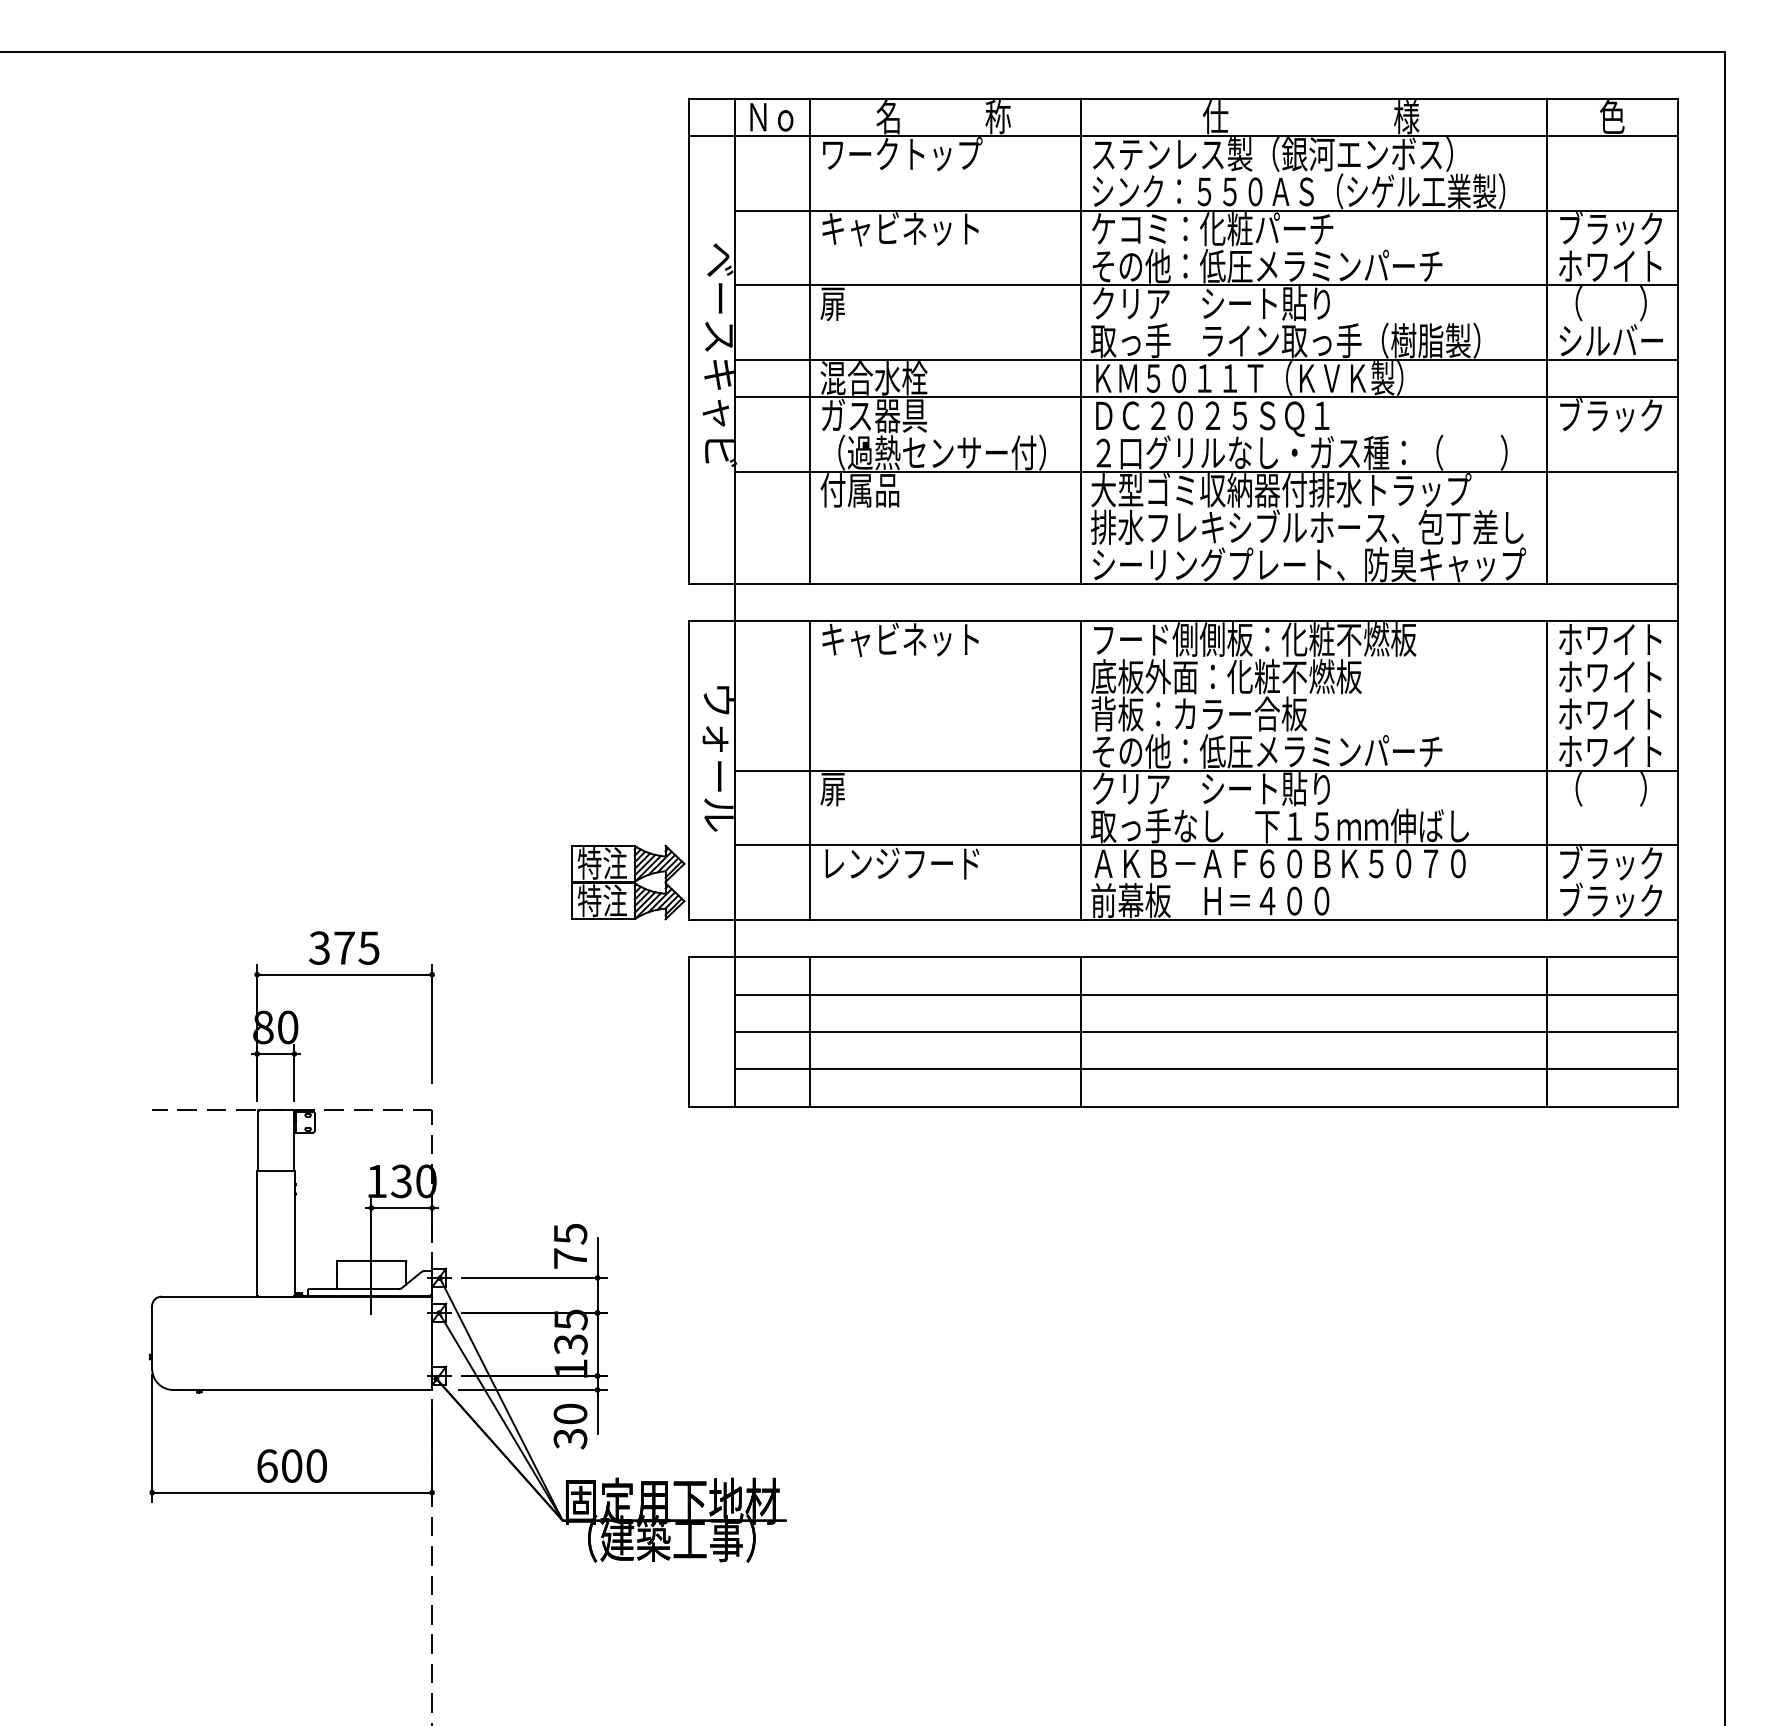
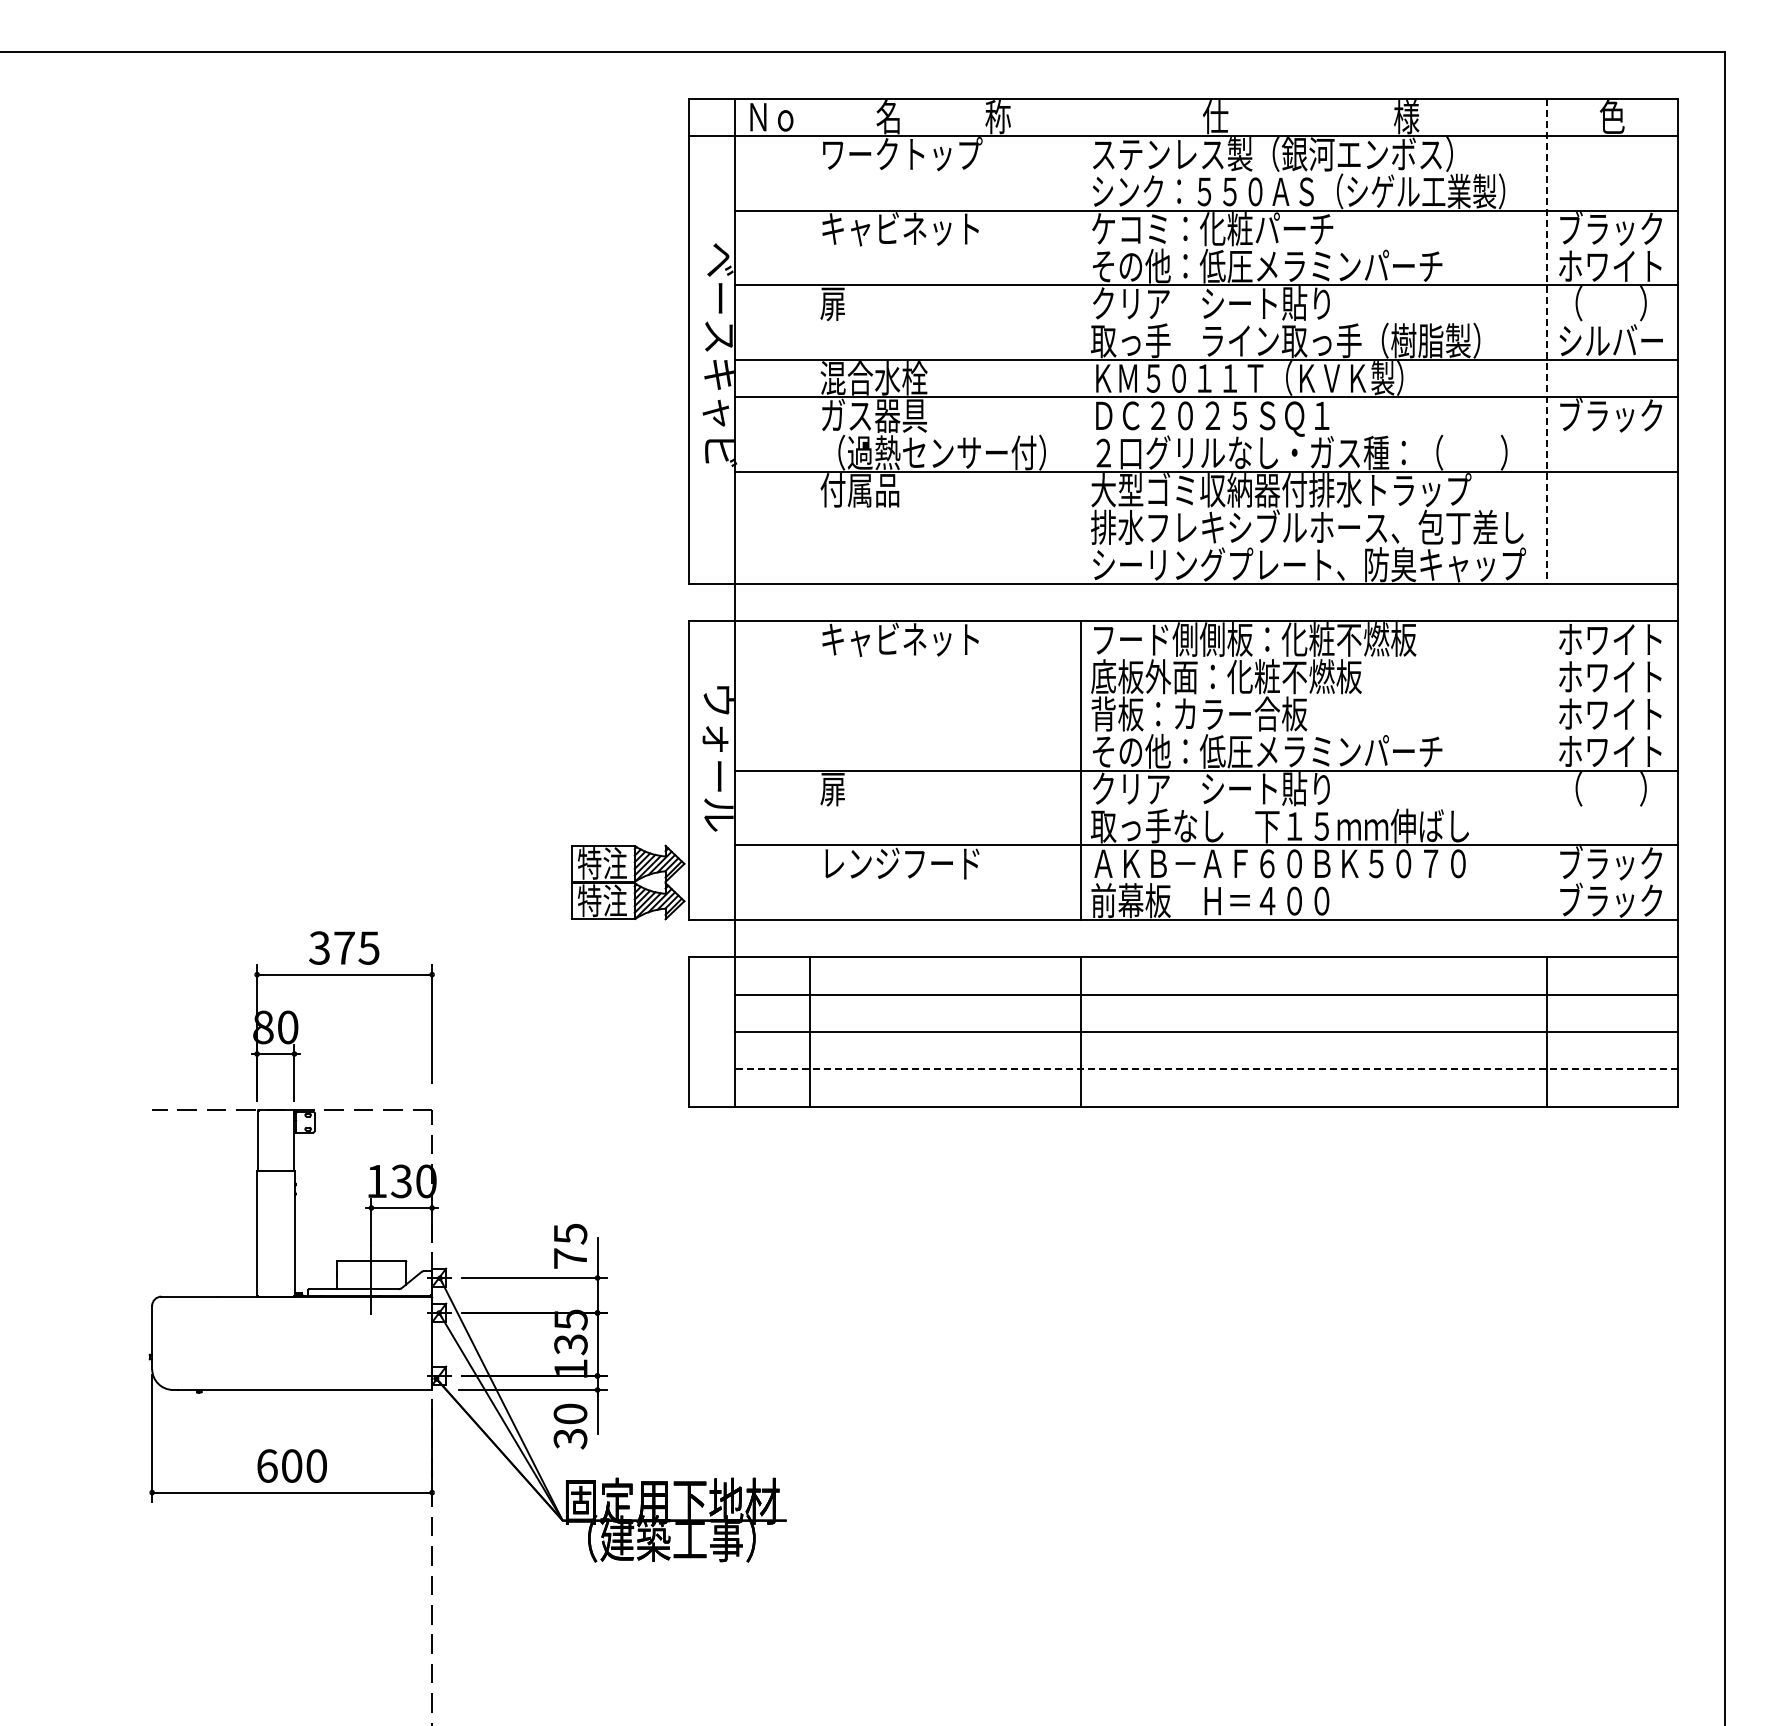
line at (810, 340): present -> none
line at (1080, 340): present -> none
line at (1547, 341): solid -> dashed
line at (810, 770): present -> none
line at (1547, 770): present -> none
line at (1206, 1069): solid -> dashed
